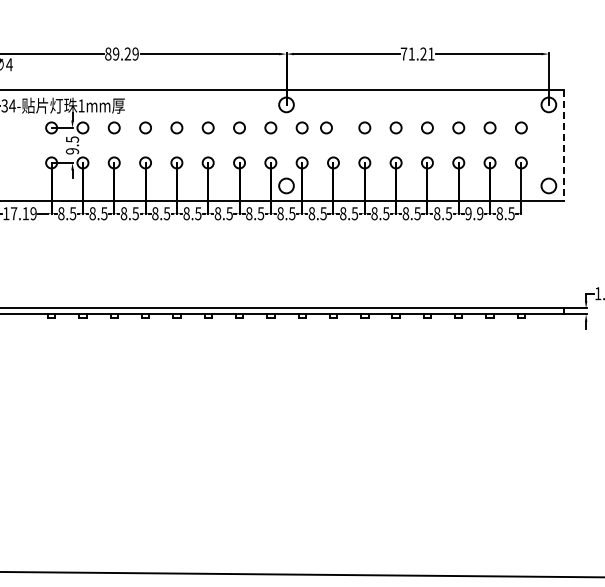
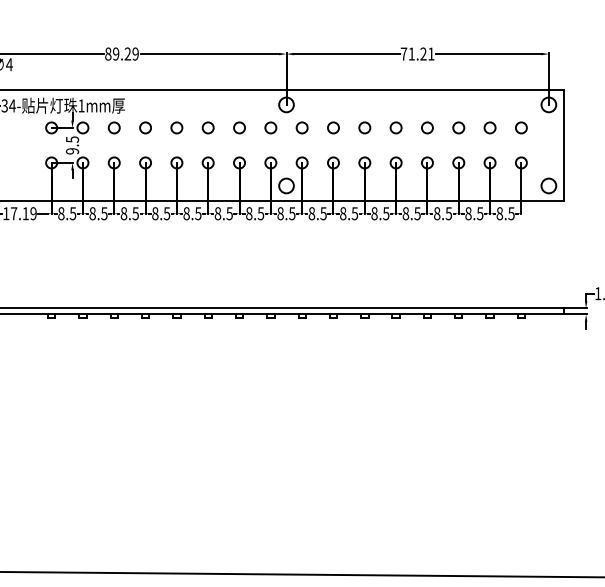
circle at (326, 127) position: (326, 127) -> (333, 127)
line at (563, 145): dashed -> solid
text at (474, 213): 9.9 -> 8.5
